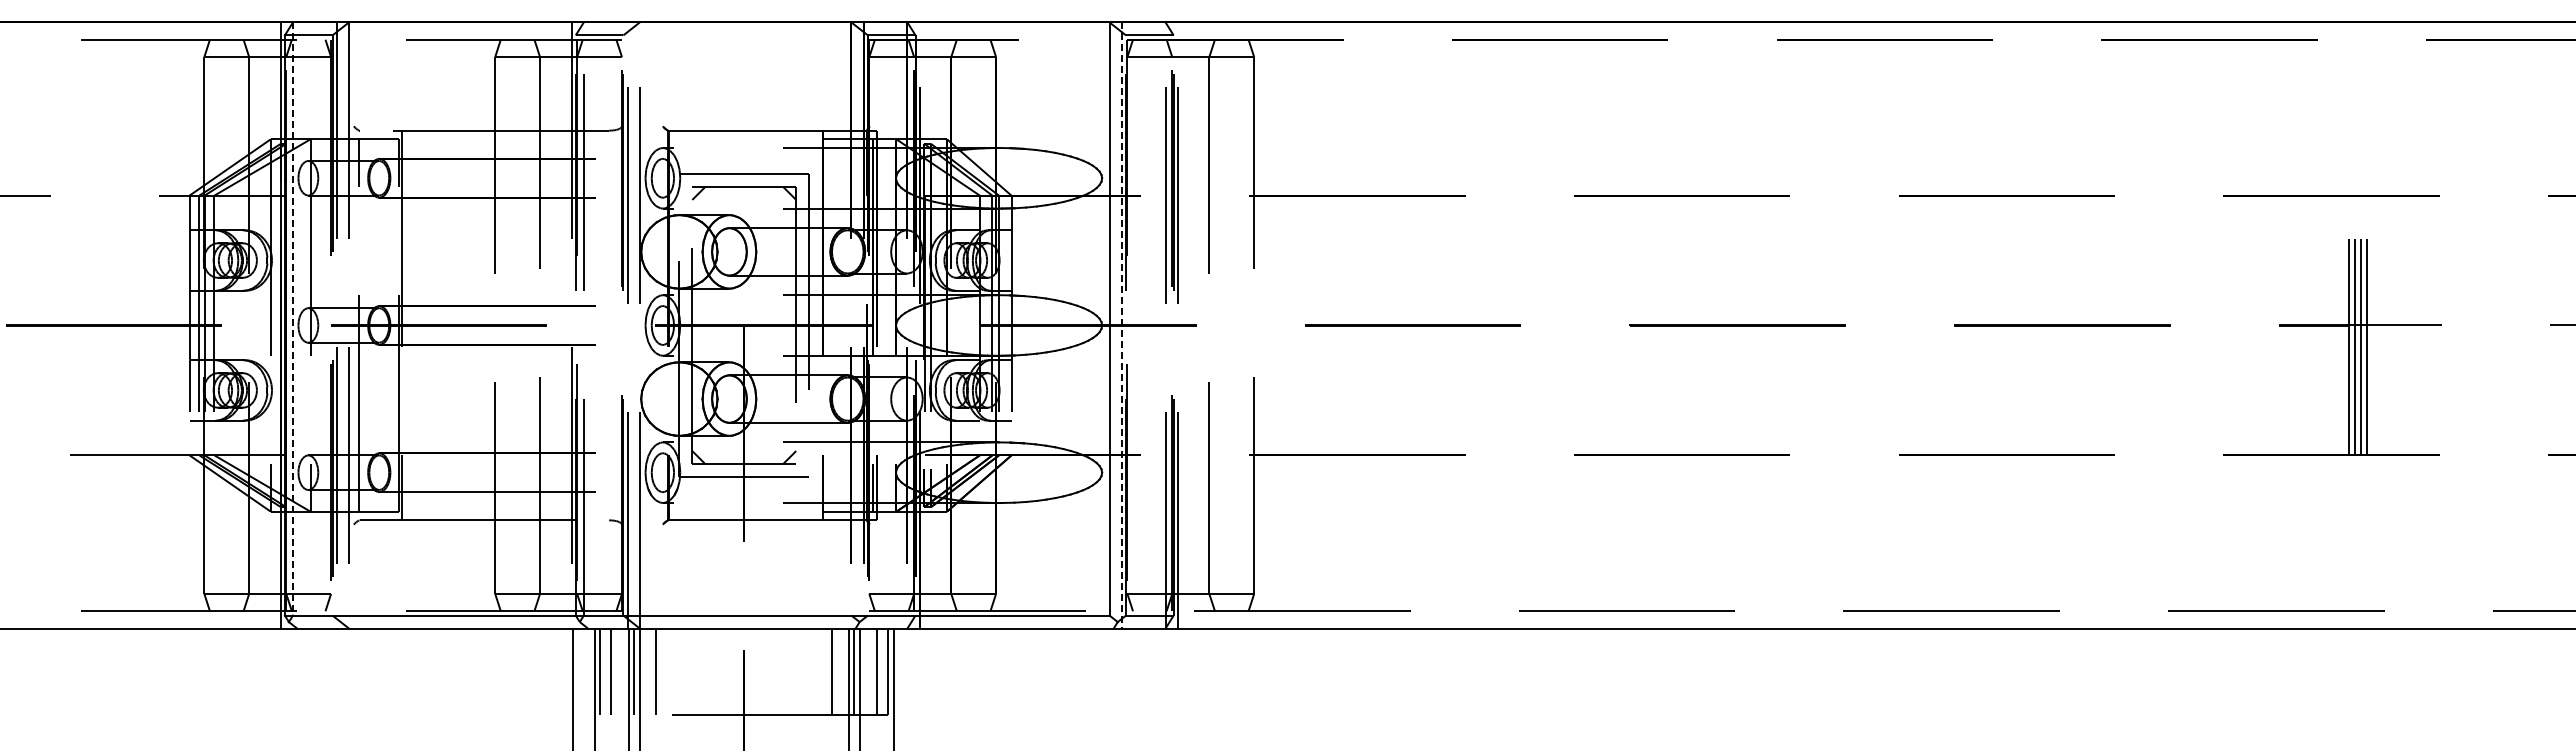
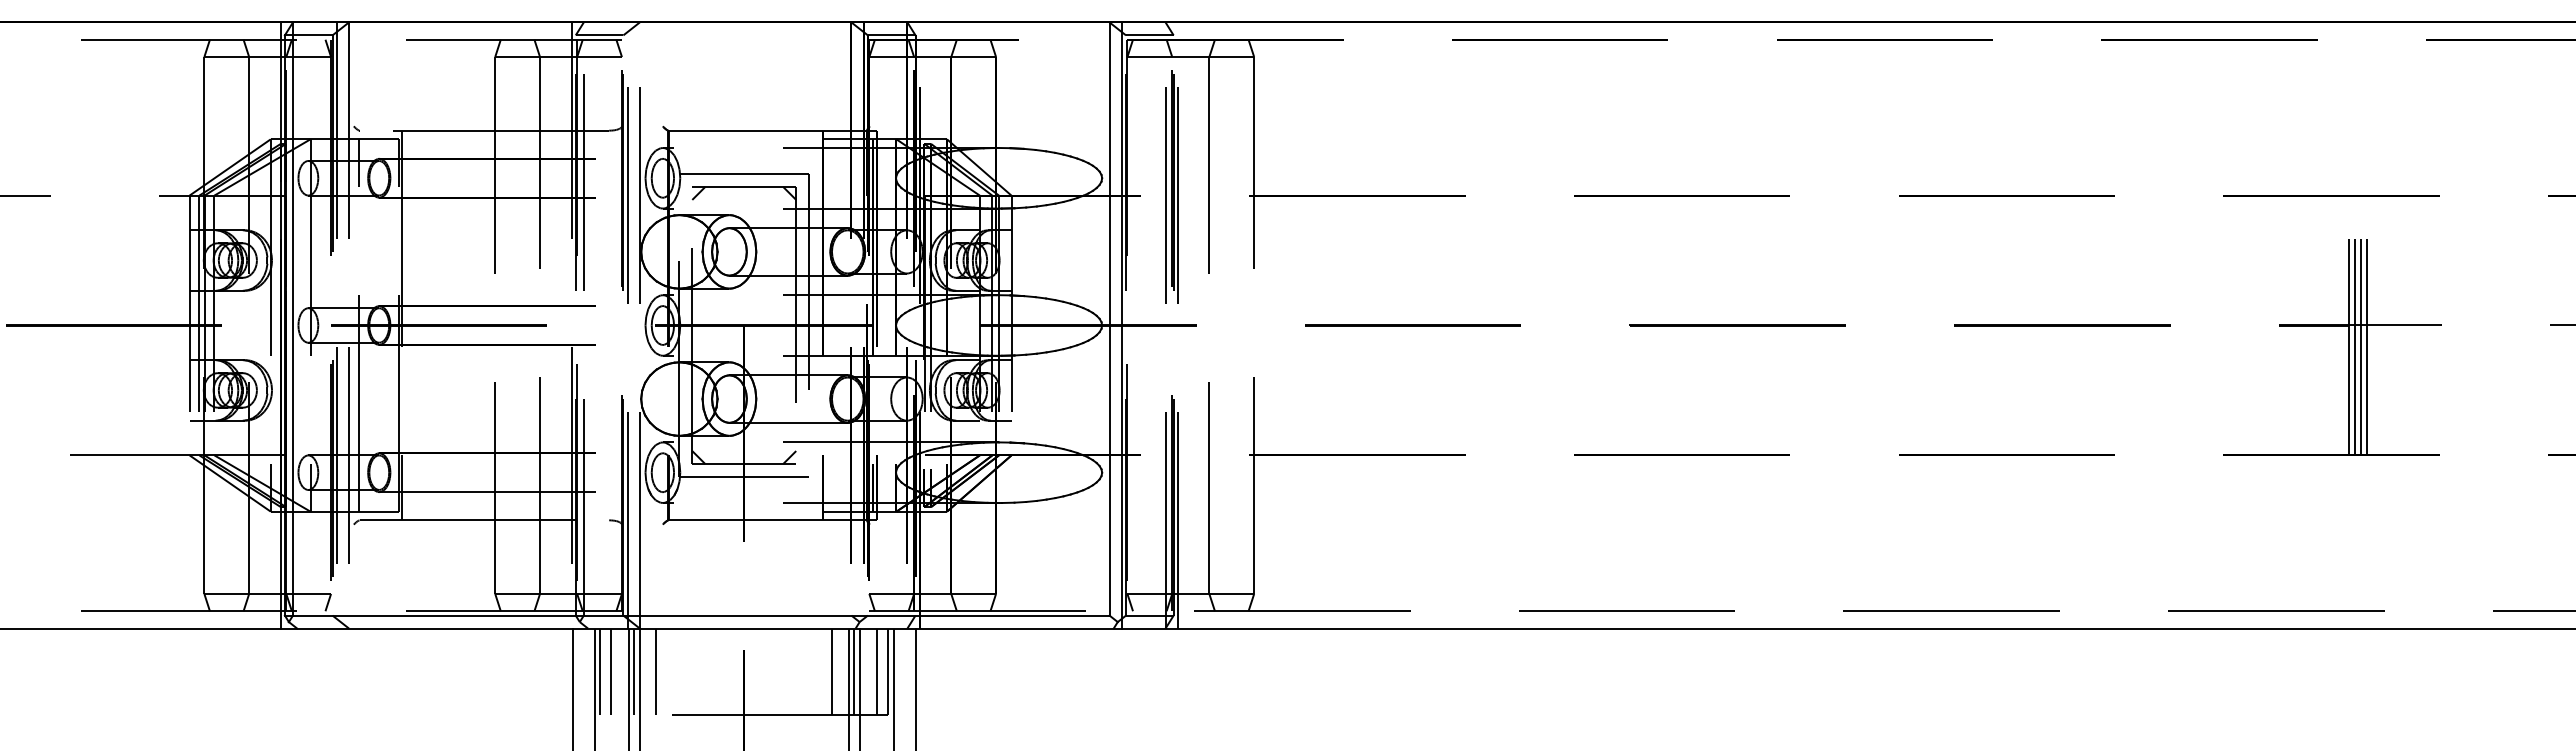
line at (292, 319): dashed -> solid
line at (1121, 325): dashed -> solid
line at (915, 687): none -> present
